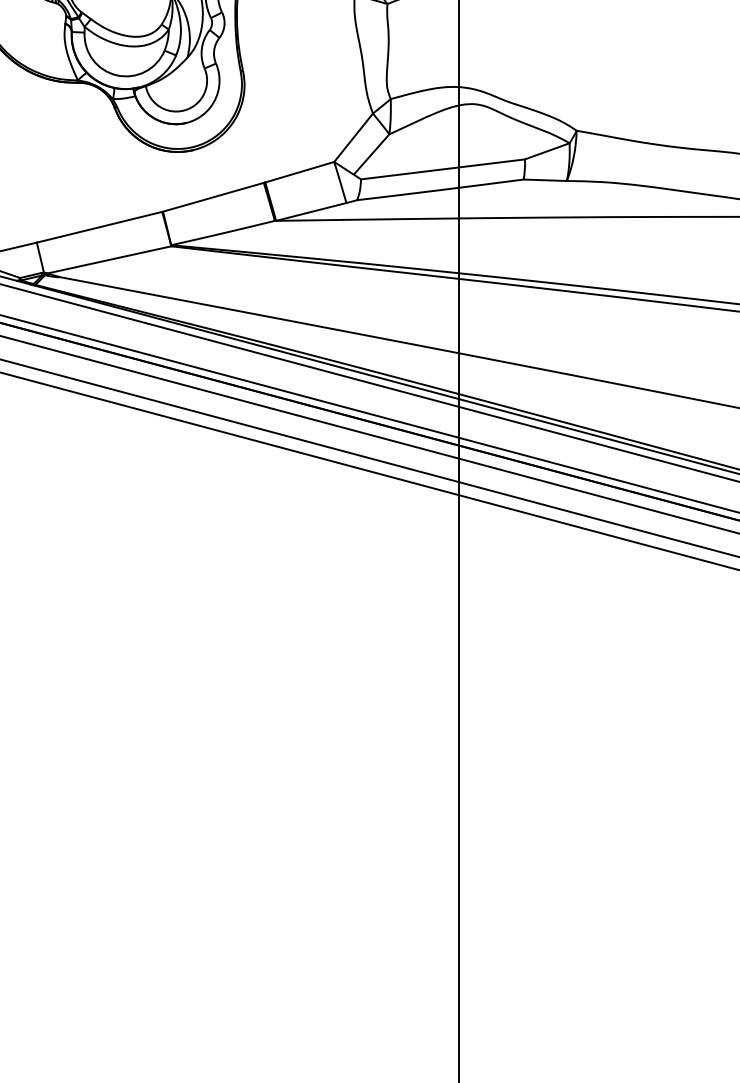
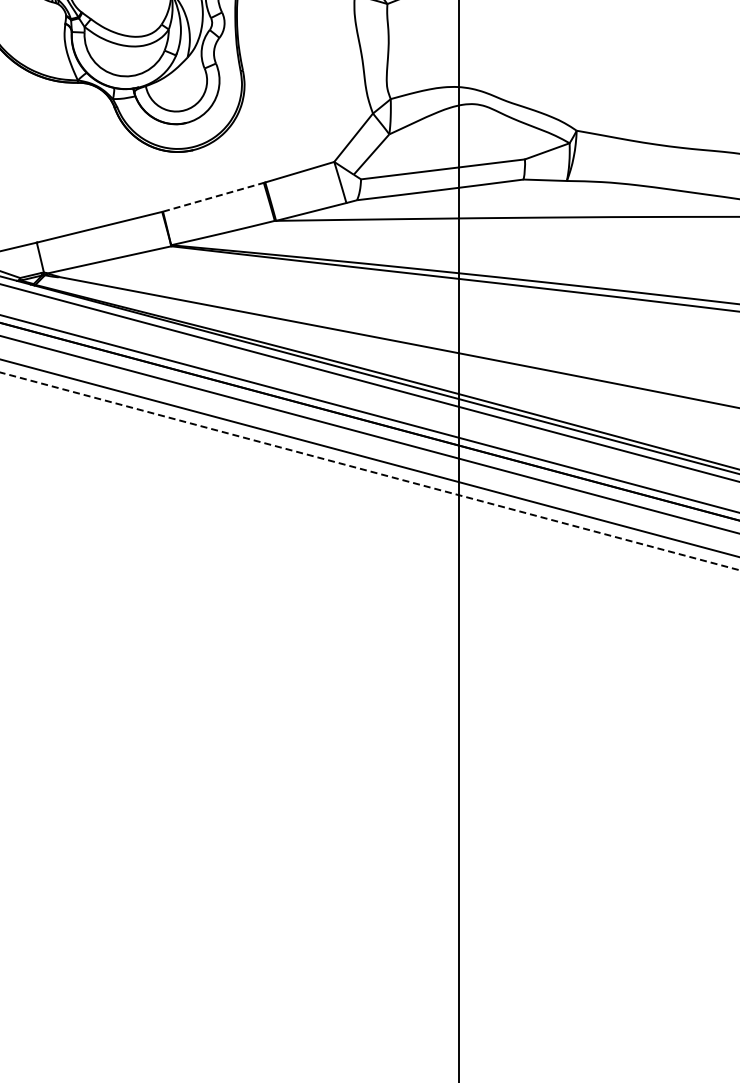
line at (213, 197): solid -> dashed
line at (369, 471): solid -> dashed
